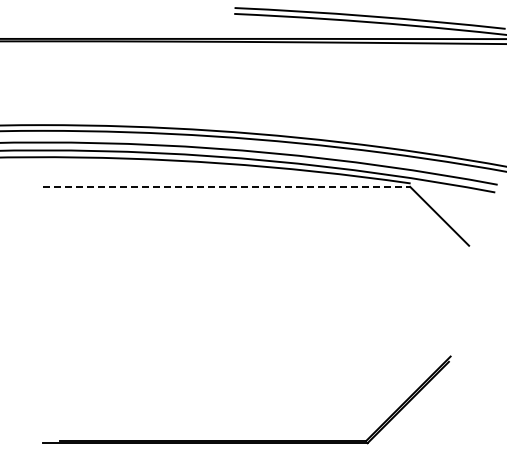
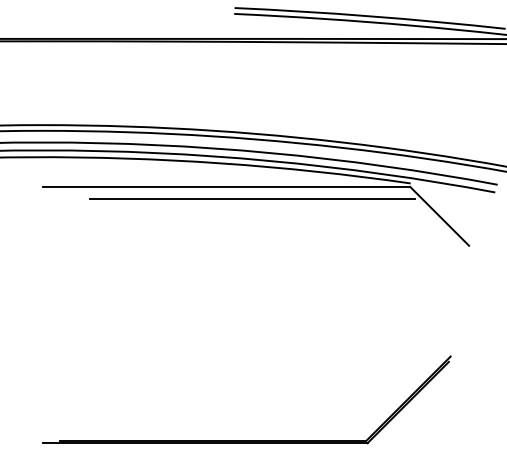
line at (226, 186): dashed -> solid
line at (251, 198): none -> present
